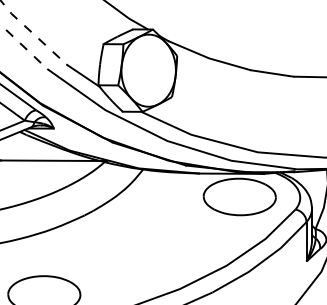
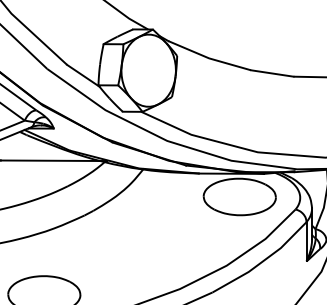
line at (32, 33): dashed -> solid
line at (24, 47): dashed -> solid
